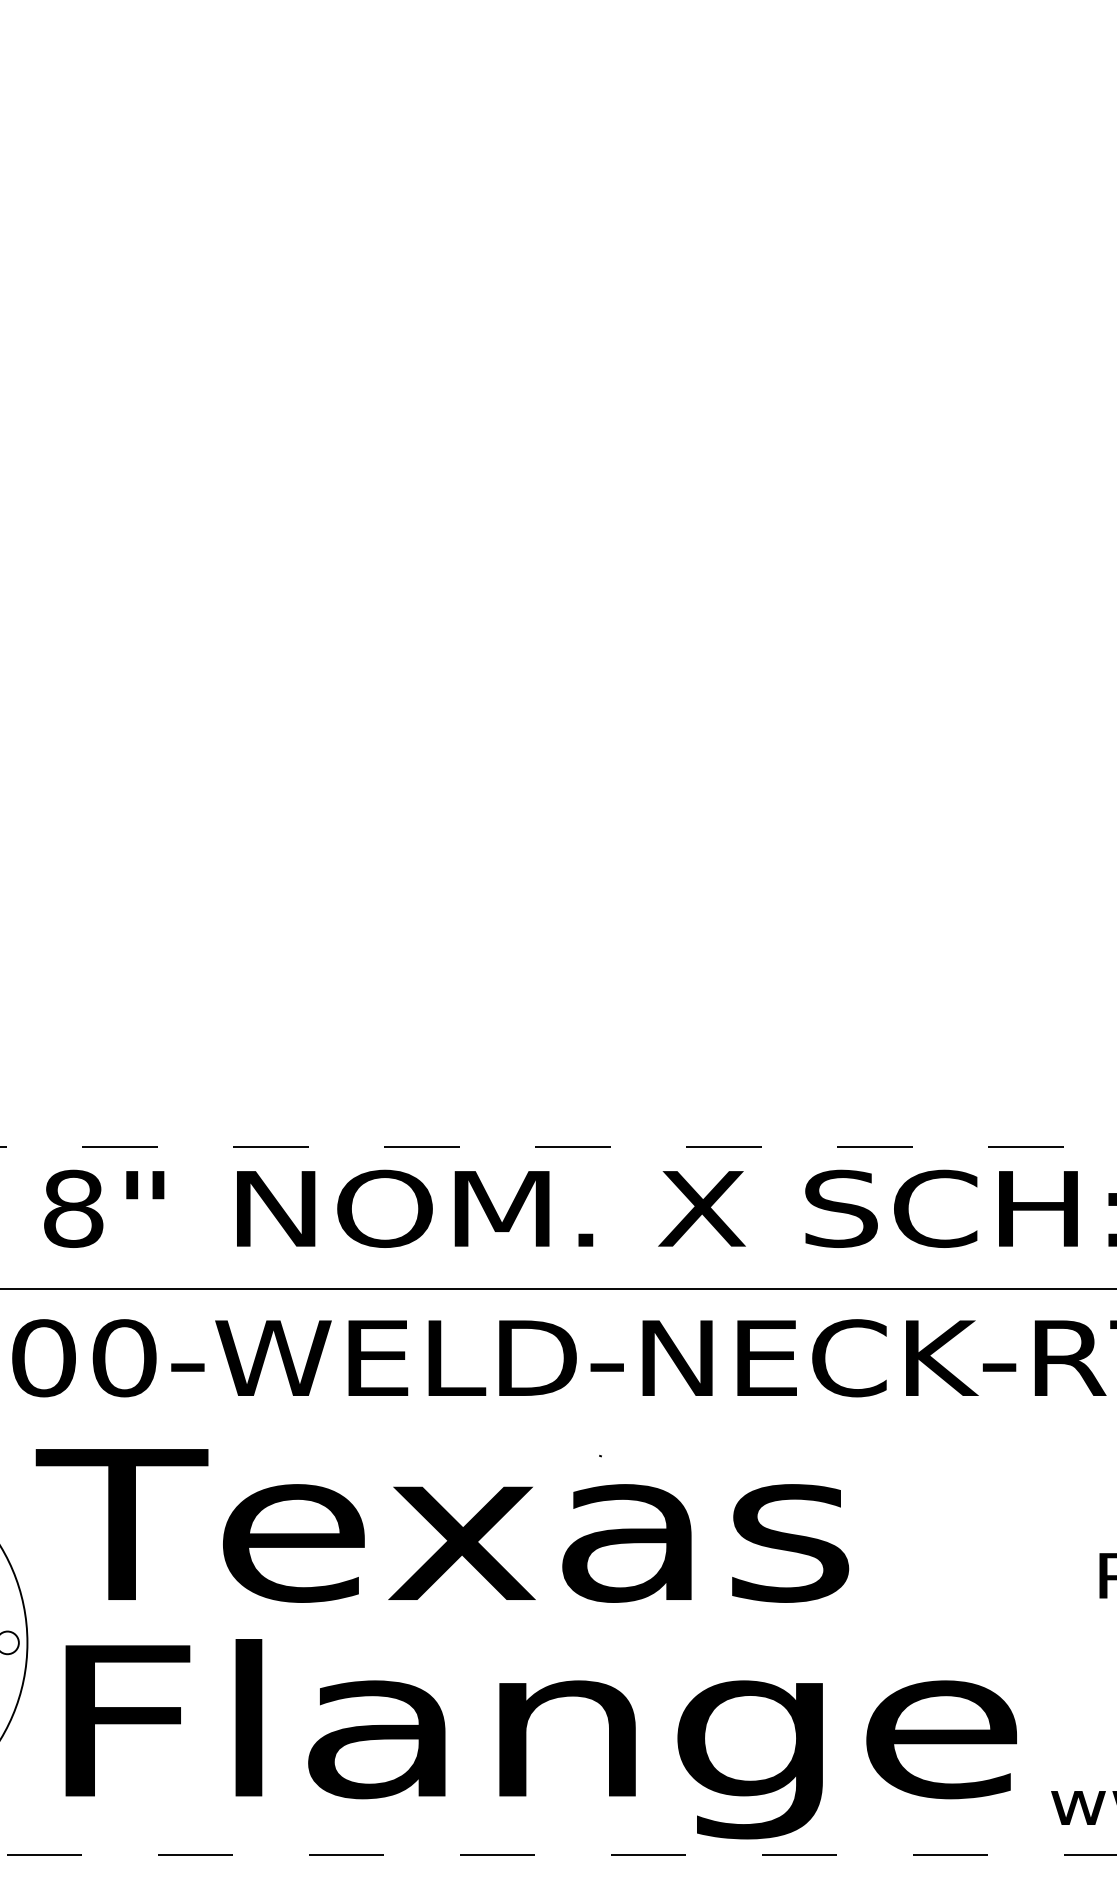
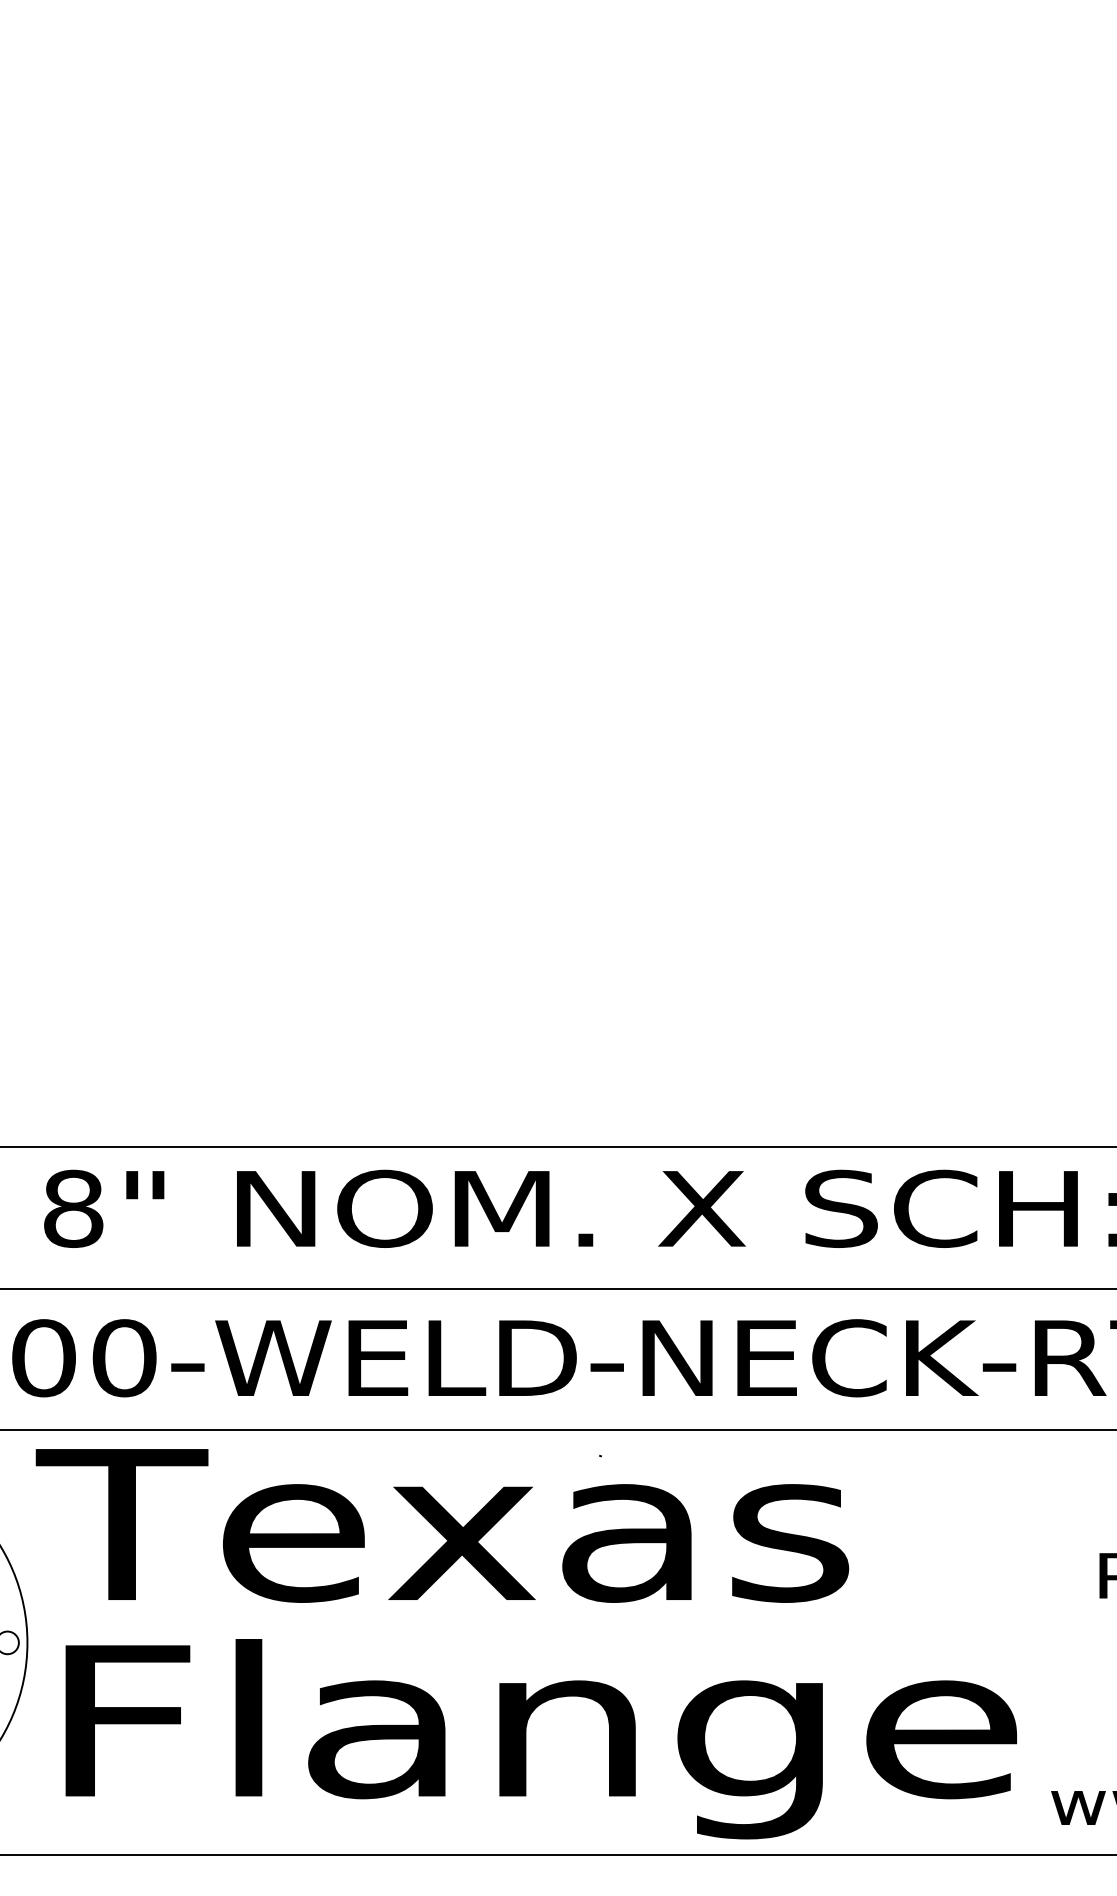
line at (558, 1147): dashed -> solid
line at (557, 1430): none -> present
line at (558, 1855): dashed -> solid
